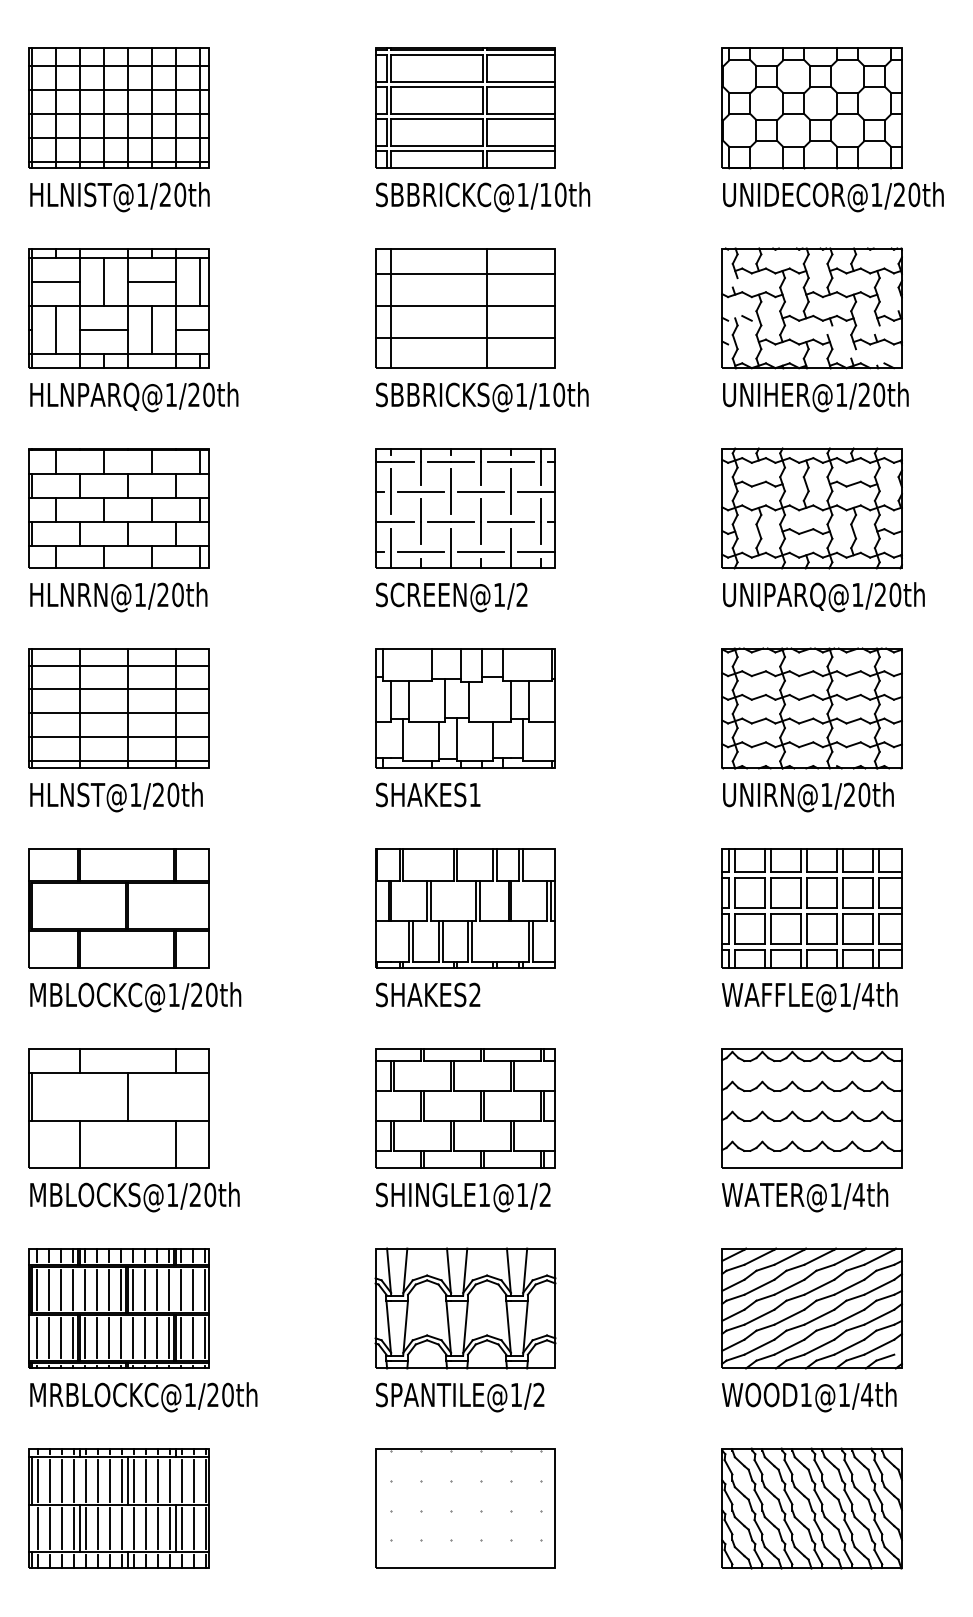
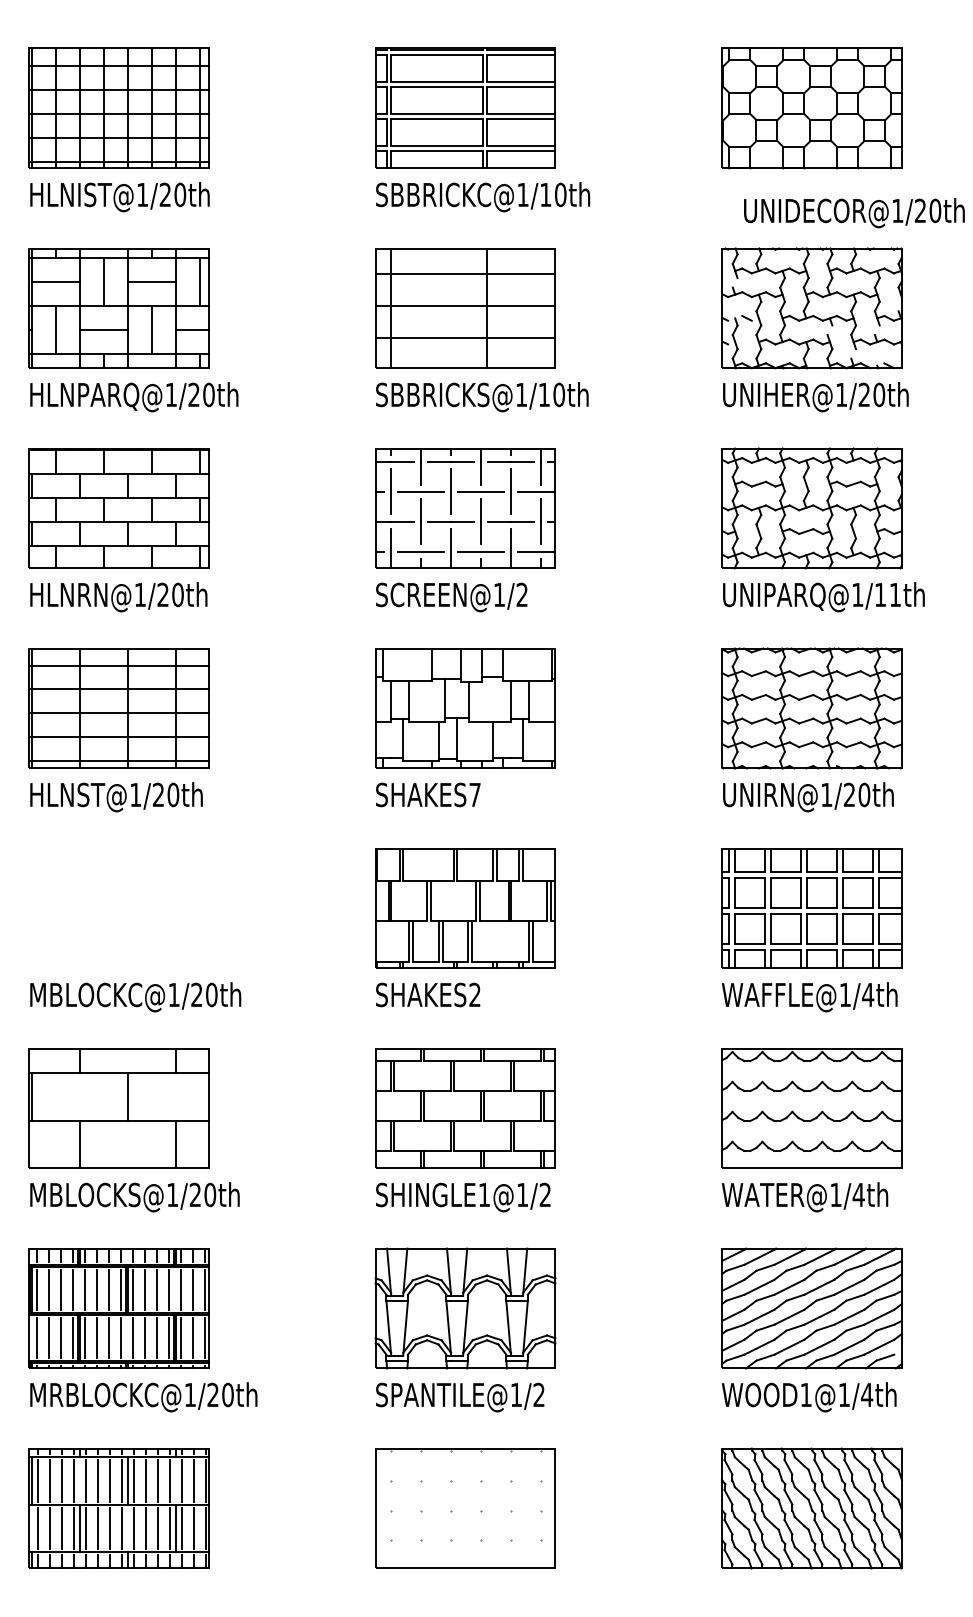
text at (833, 197) position: (833, 197) -> (854, 213)
text at (887, 594): UNIPARQ@1/20th -> UNIPARQ@1/11th
text at (474, 794): SHAKES1 -> SHAKES7
part at (118, 908): present -> none
